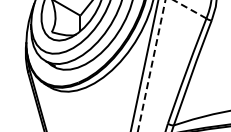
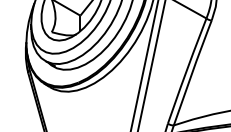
line at (189, 9): dashed -> solid
line at (151, 66): dashed -> solid
